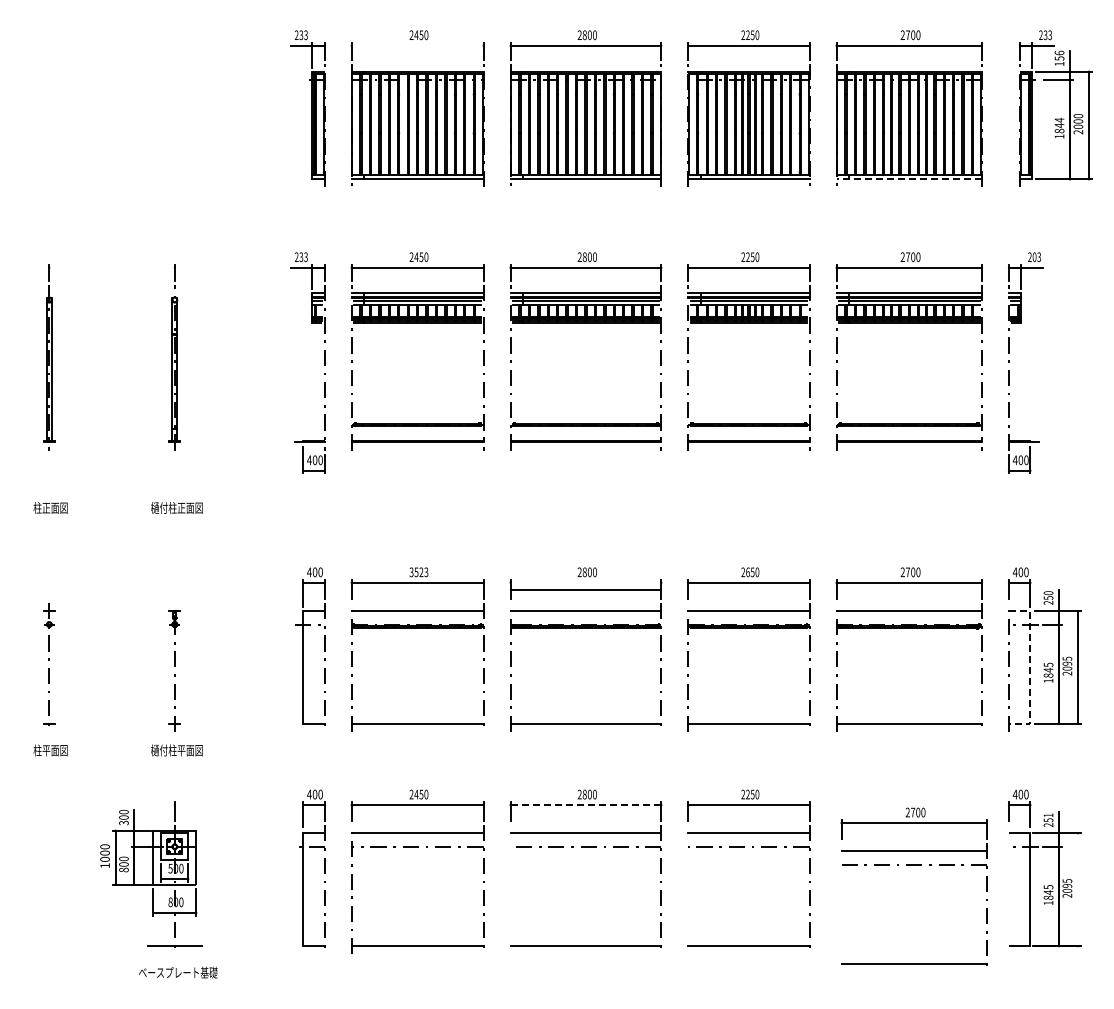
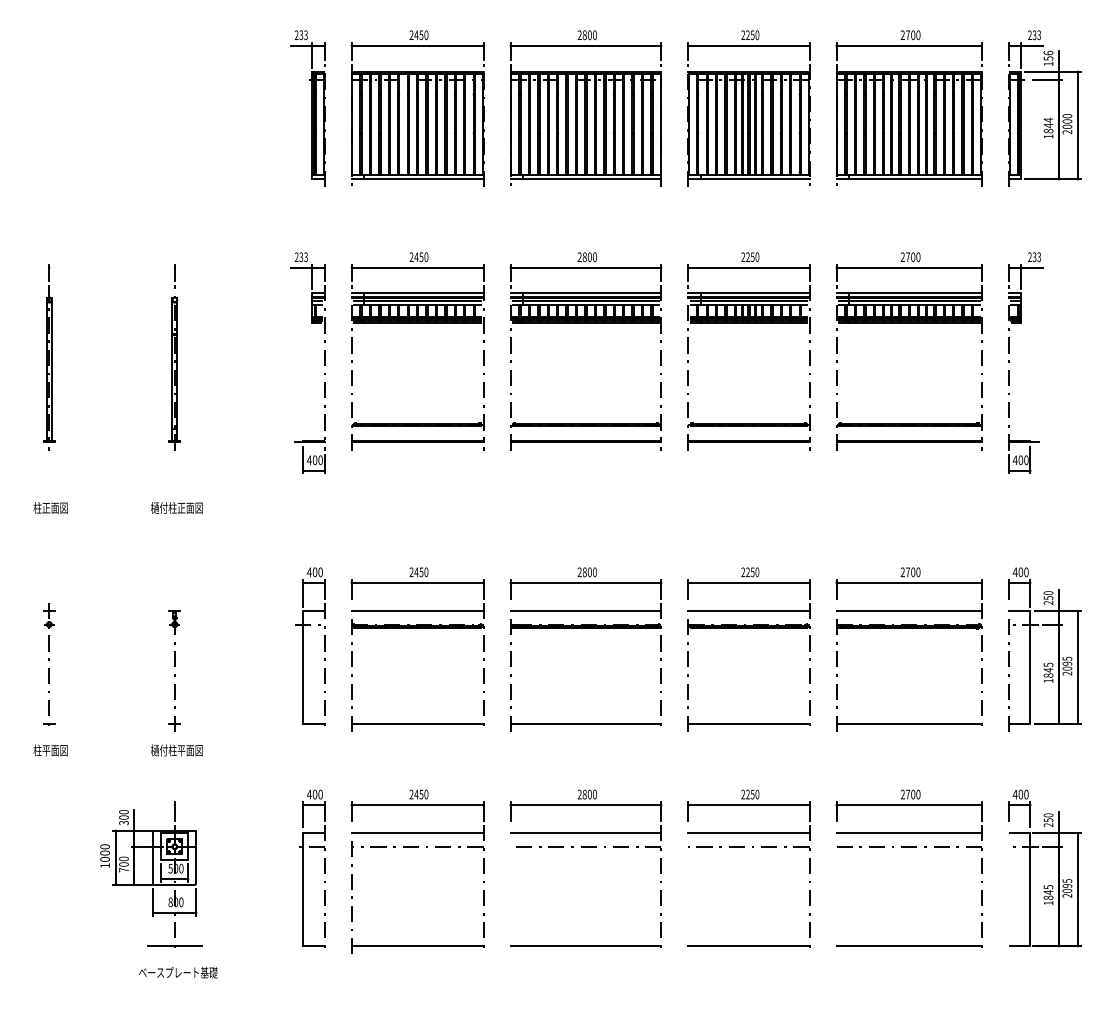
line at (417, 45): none -> present
part at (1055, 118) position: (1055, 118) -> (1044, 118)
line at (909, 179): dashed -> solid
text at (1034, 256): 203 -> 233
text at (418, 572): 3523 -> 2450
text at (747, 572): 2650 -> 2250
line at (585, 589) position: (585, 589) -> (585, 582)
line at (1030, 668): dashed -> solid
line at (586, 805): dashed -> solid
text at (1048, 815): 251 -> 250
part at (913, 865) position: (913, 865) -> (908, 847)
text at (123, 869): 800 -> 700
line at (1077, 889): none -> present
